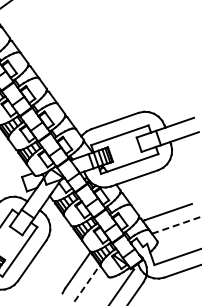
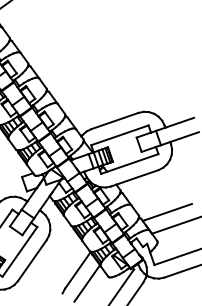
line at (177, 225): dashed -> solid
line at (87, 283): dashed -> solid
